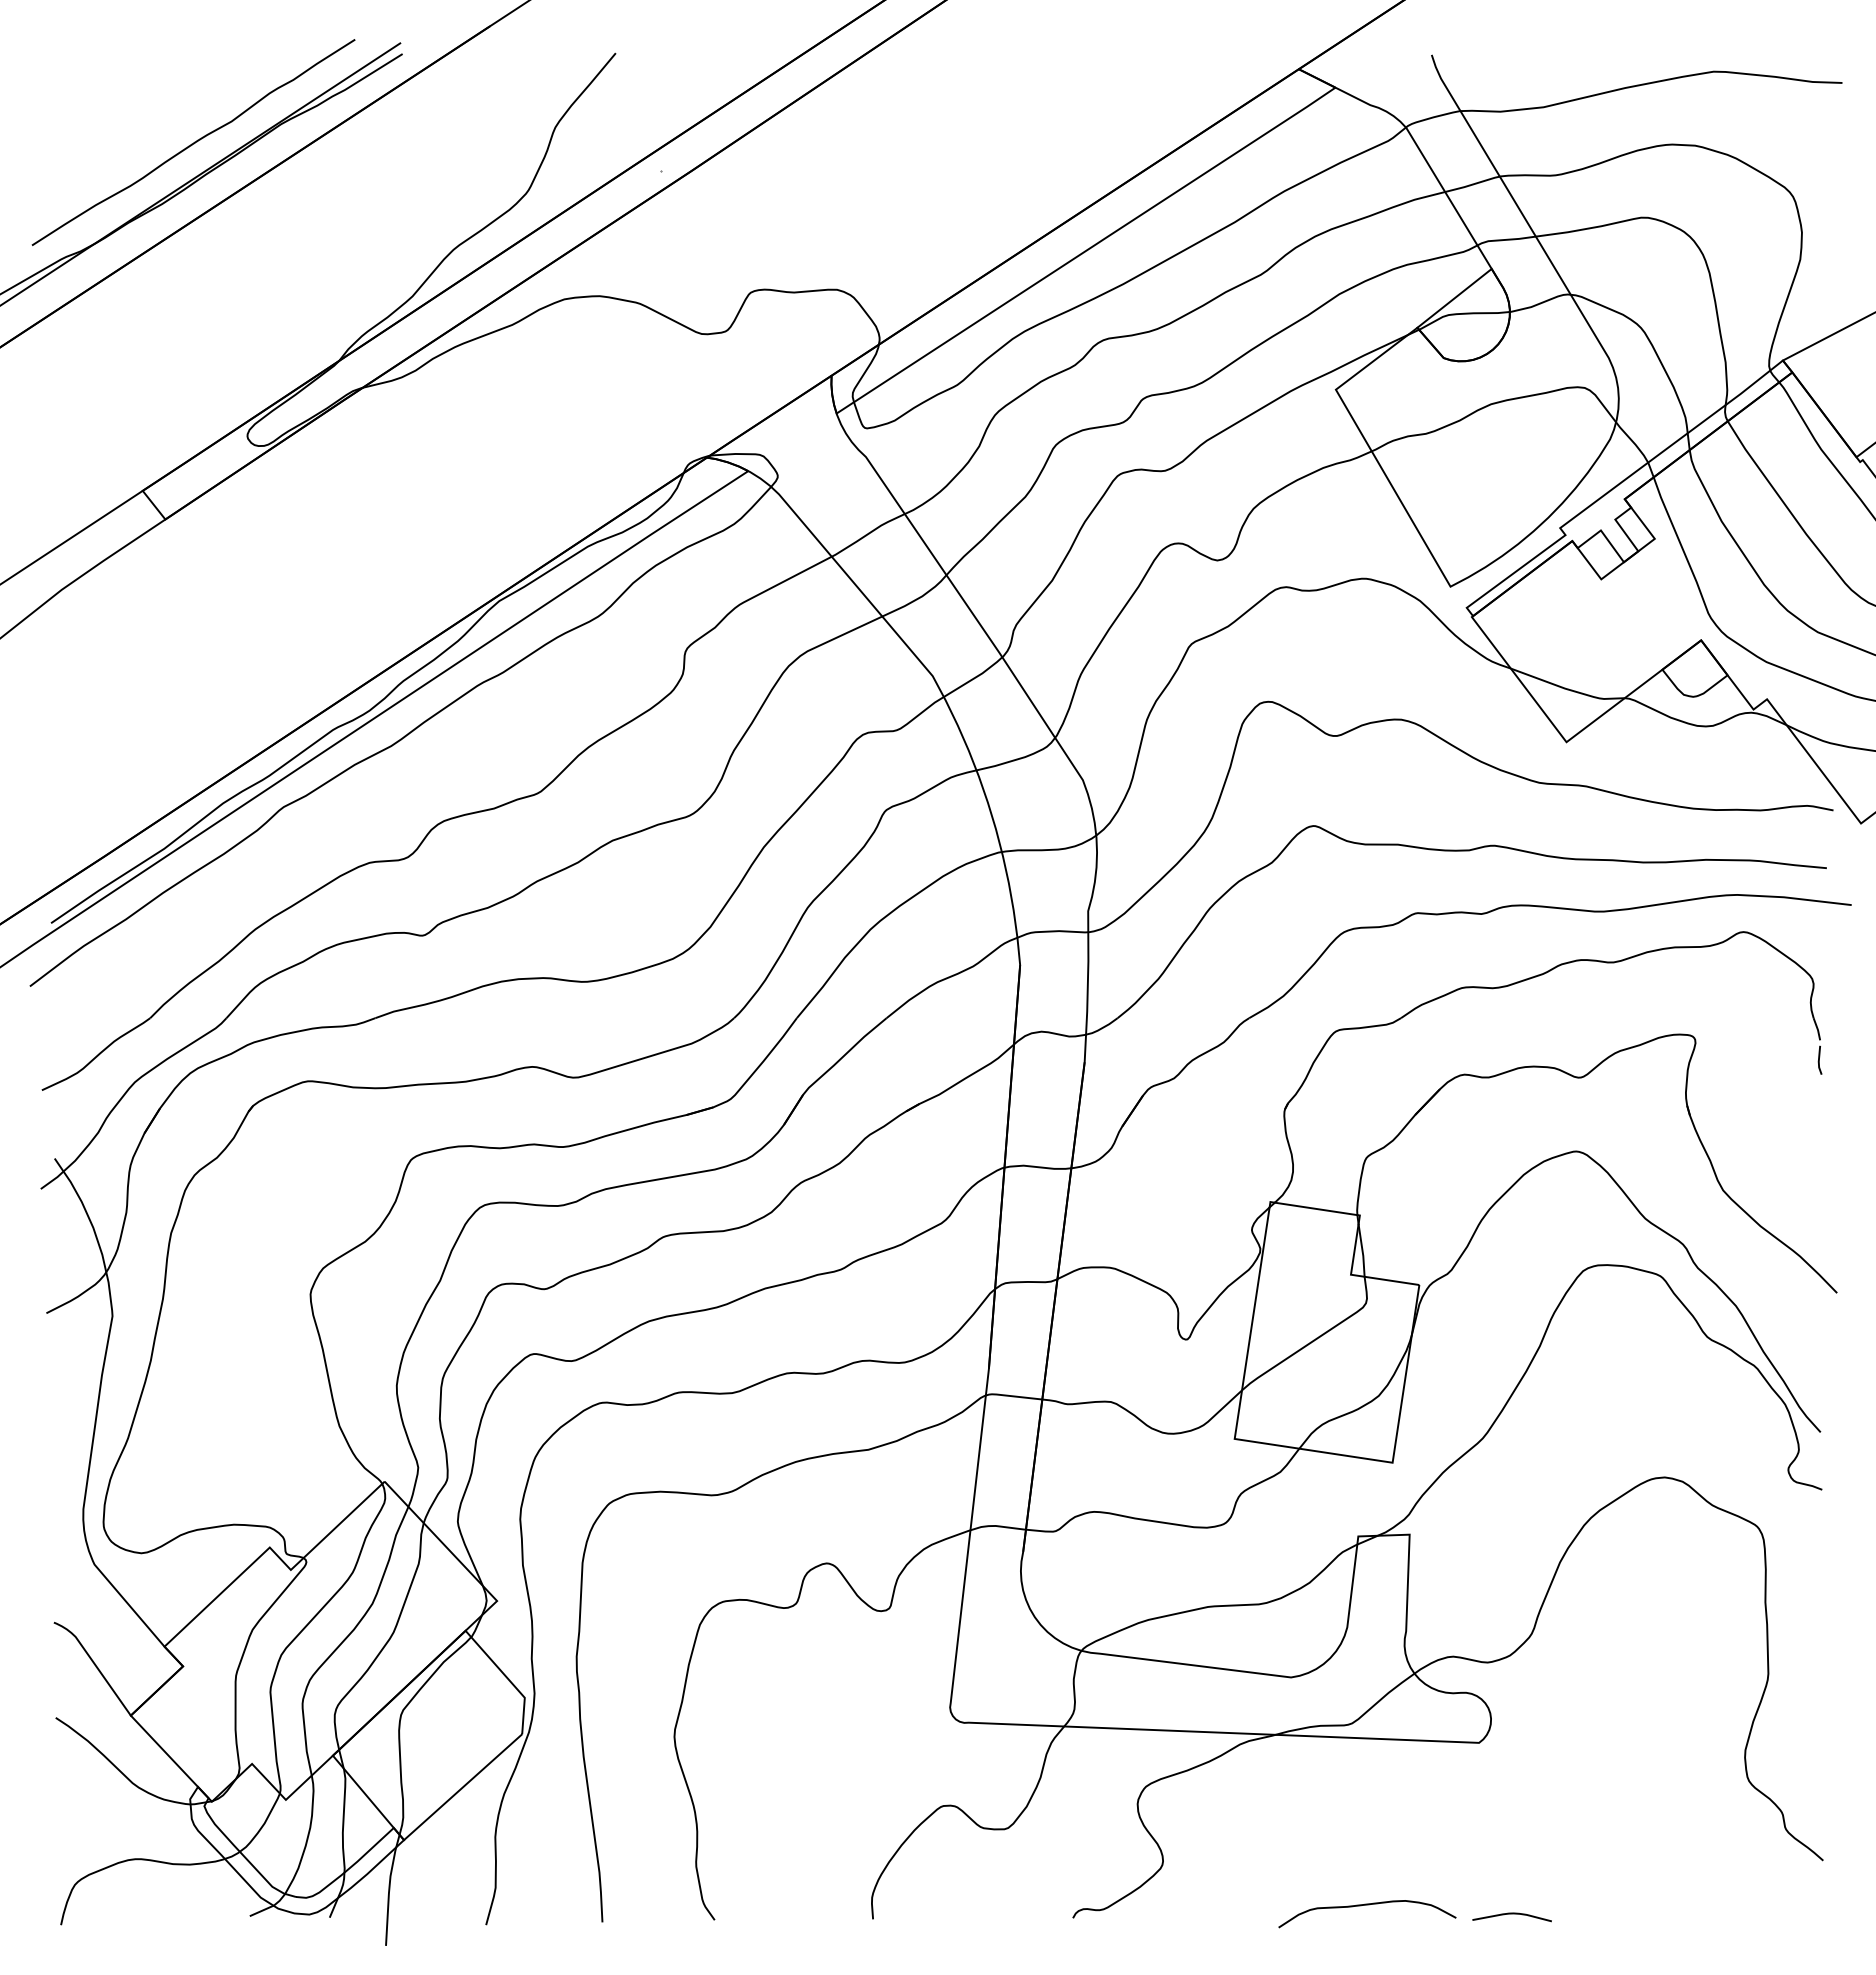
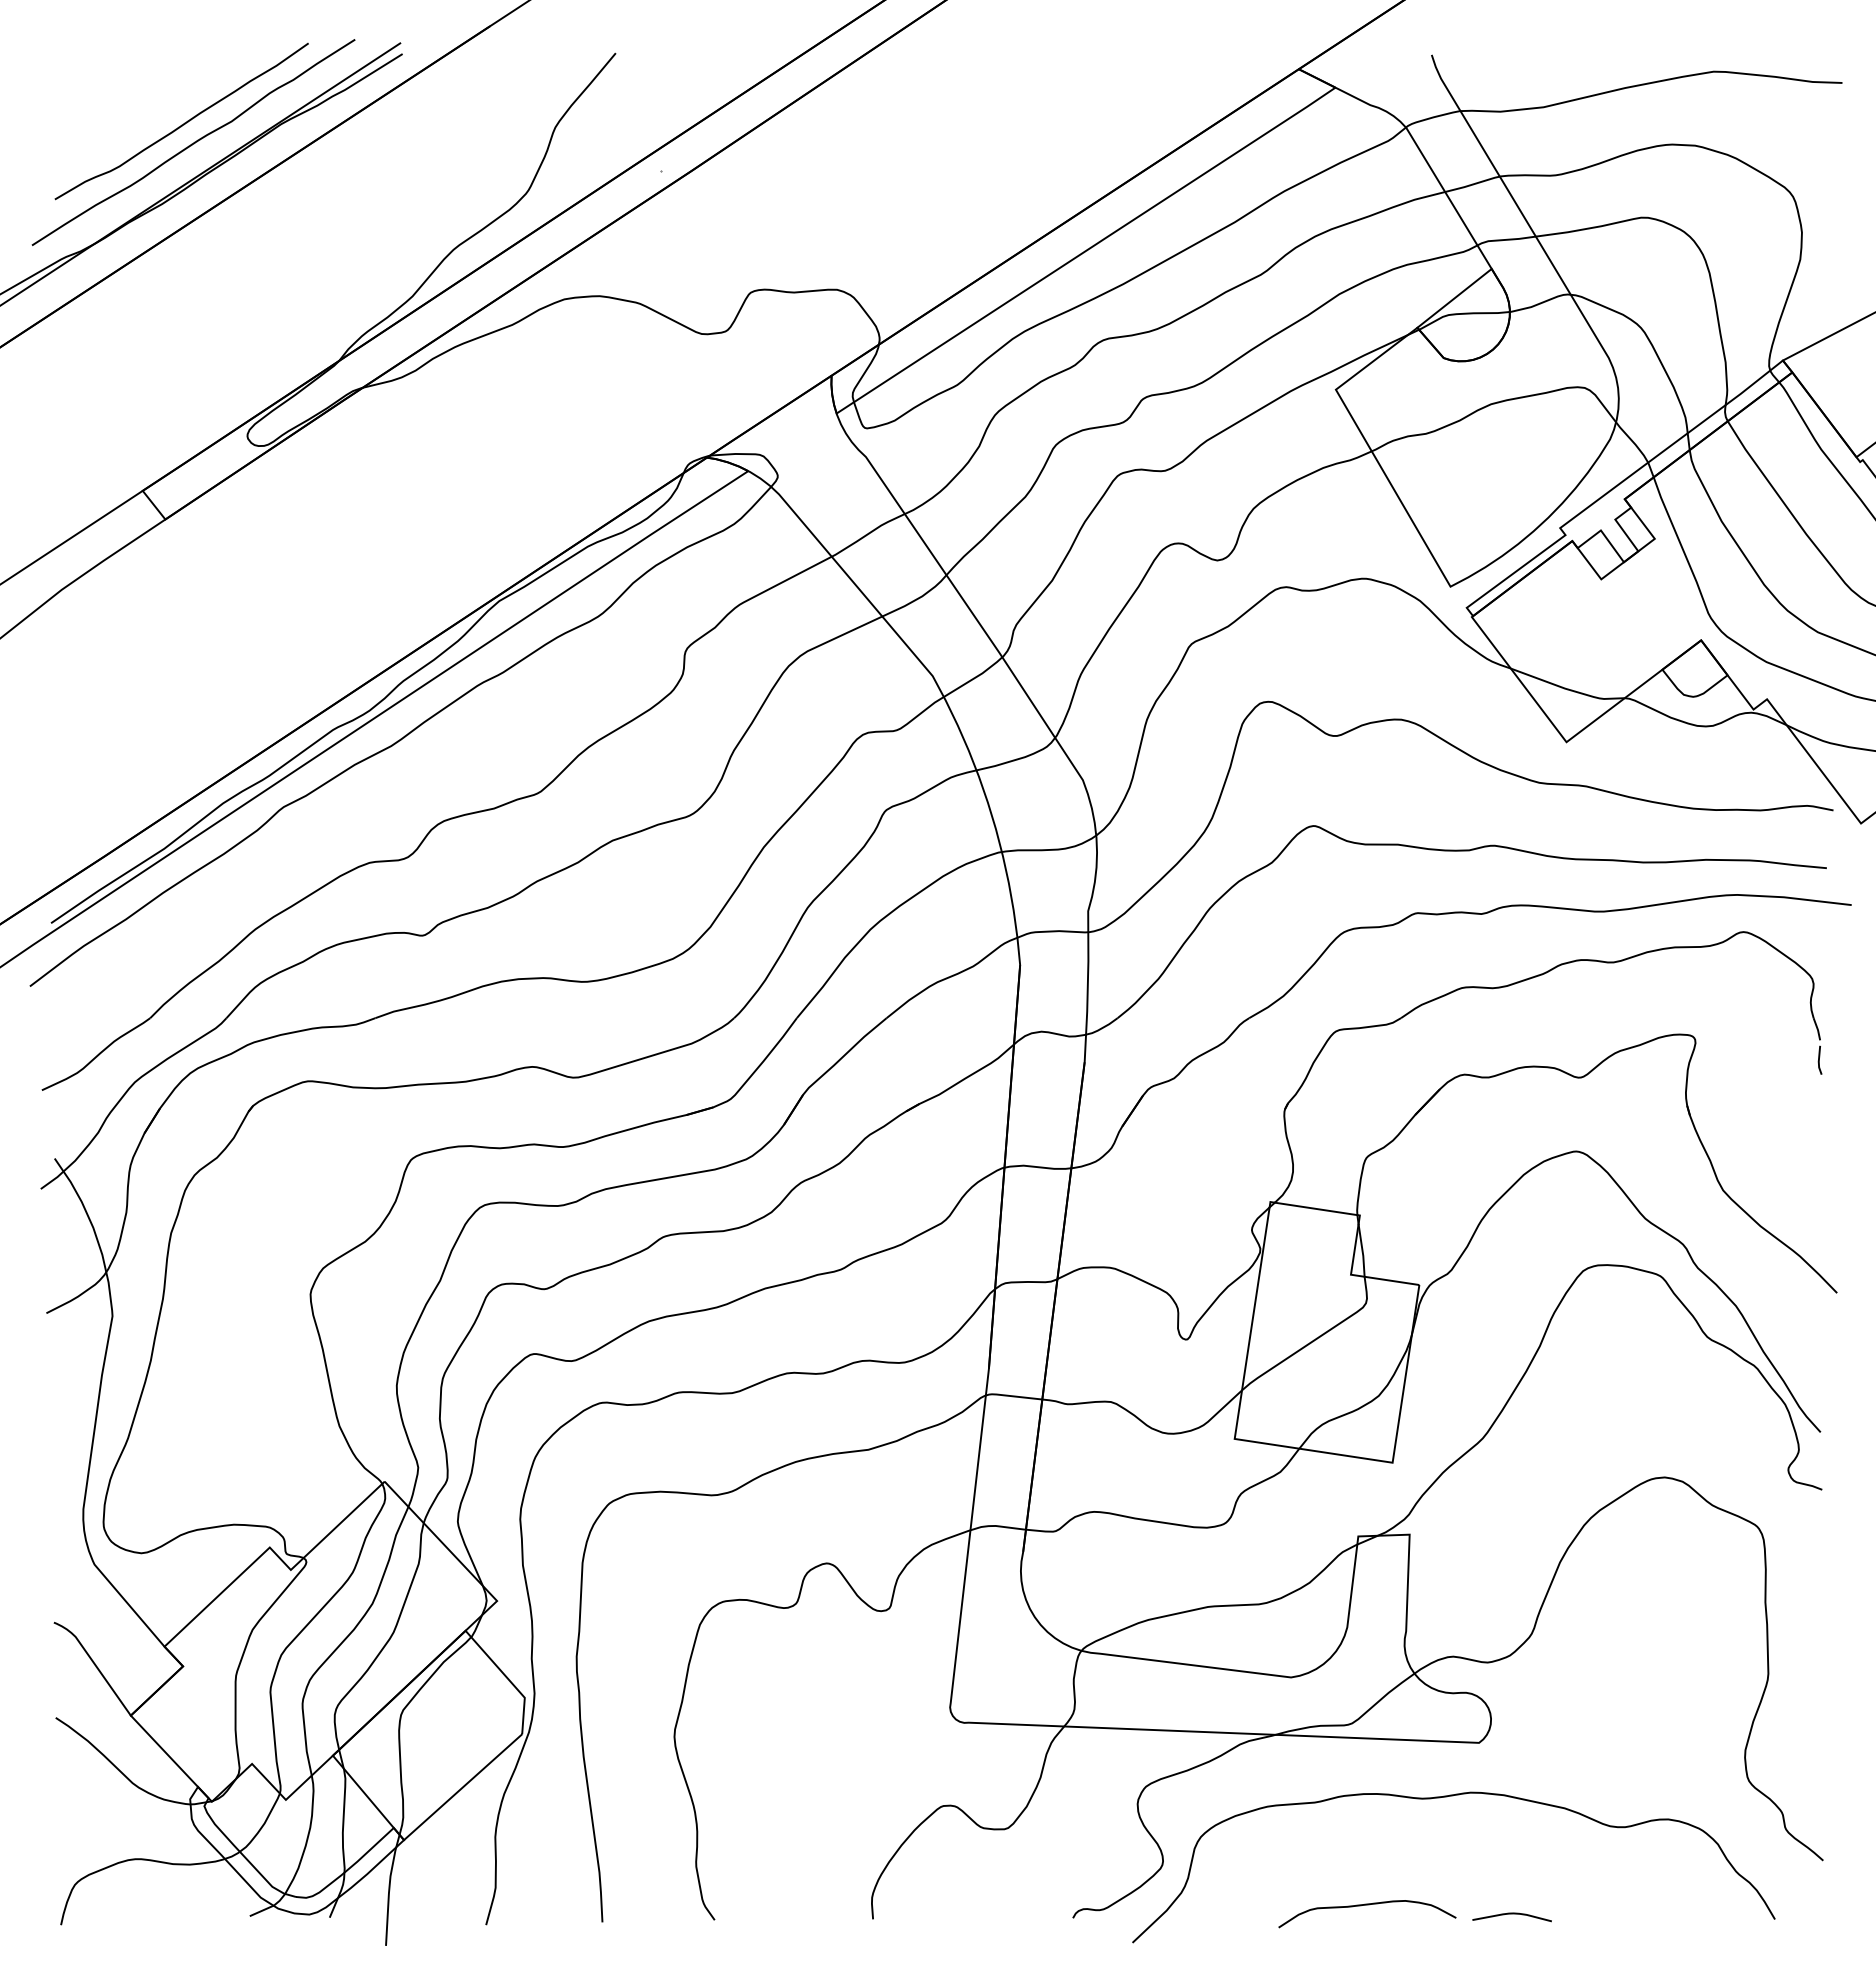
curve at (183, 123): none -> present
curve at (1440, 1798): none -> present
